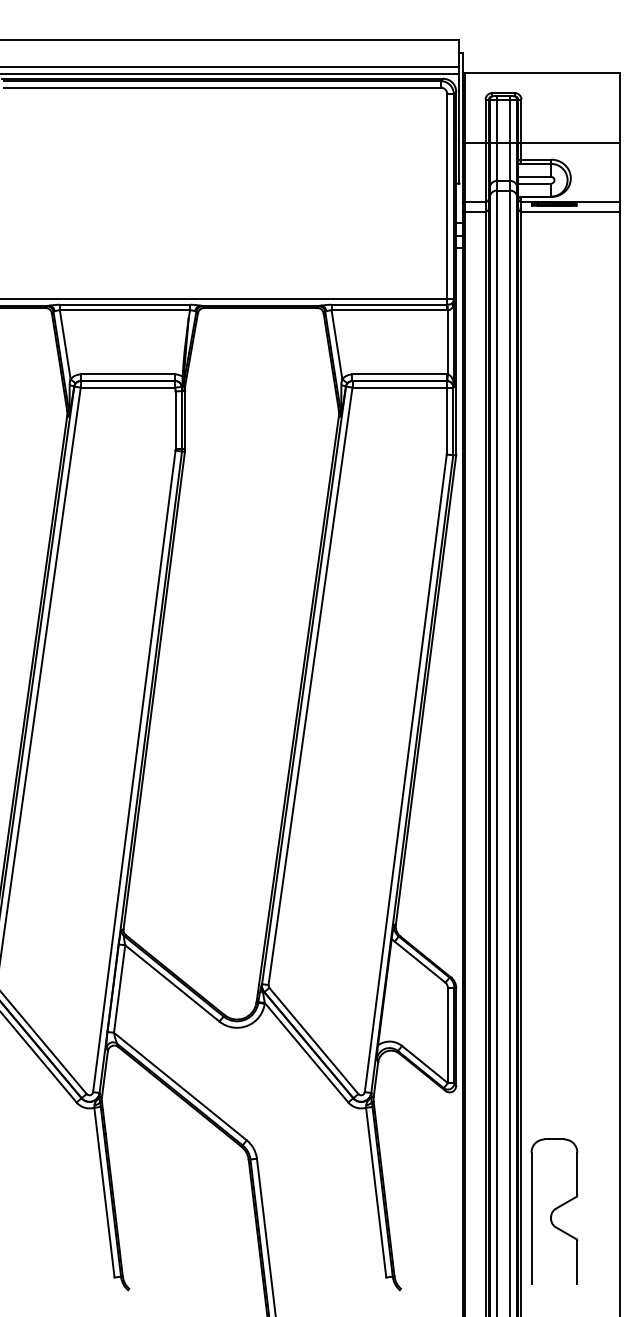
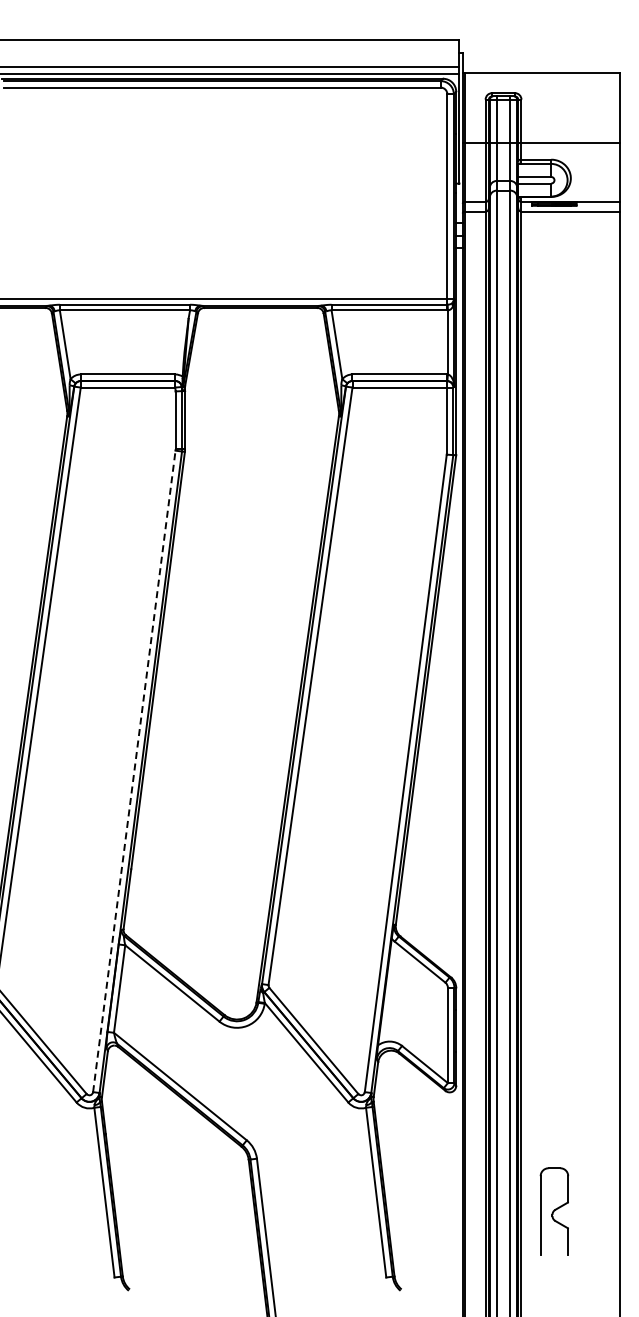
line at (134, 770): solid -> dashed
part at (554, 1211) size: 49x147 px -> 31x89 px
